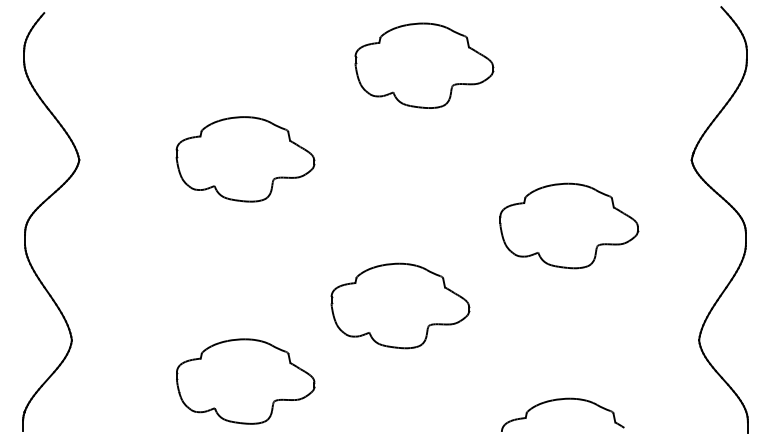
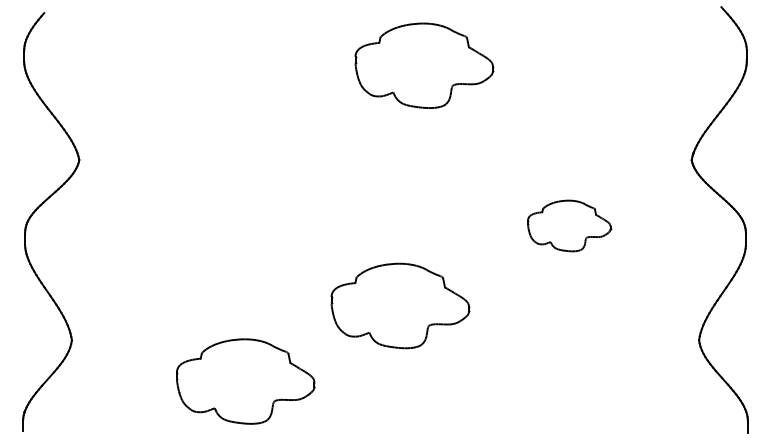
part at (245, 159): present -> none
part at (569, 225) size: 141x88 px -> 86x54 px
part at (561, 400): present -> none
